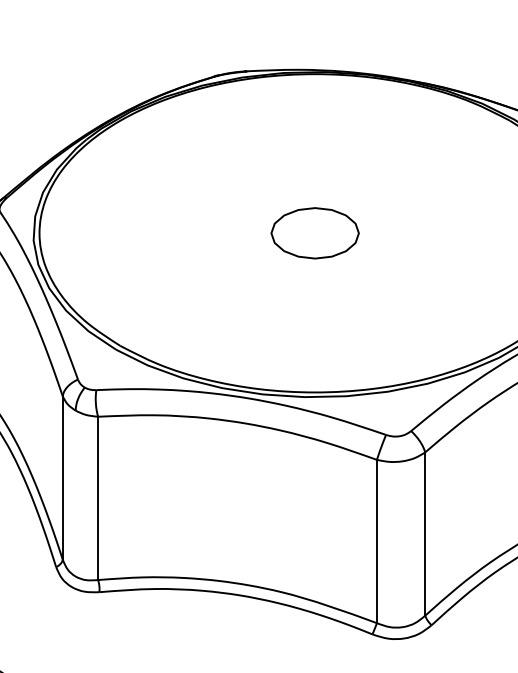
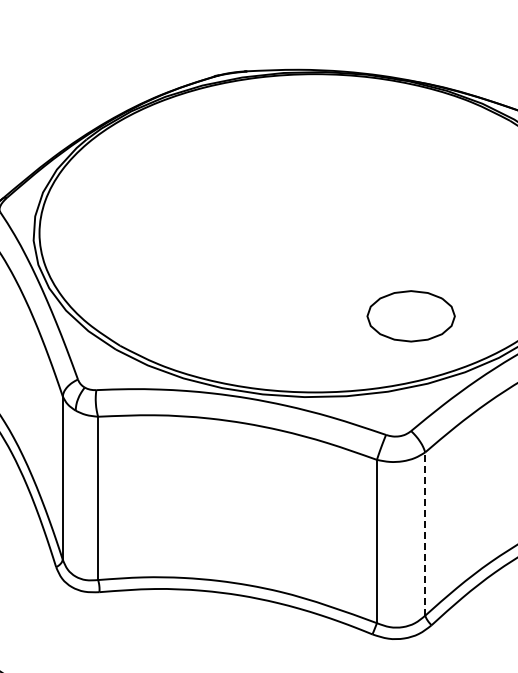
part at (314, 233) position: (314, 233) -> (410, 316)
line at (425, 534): solid -> dashed
